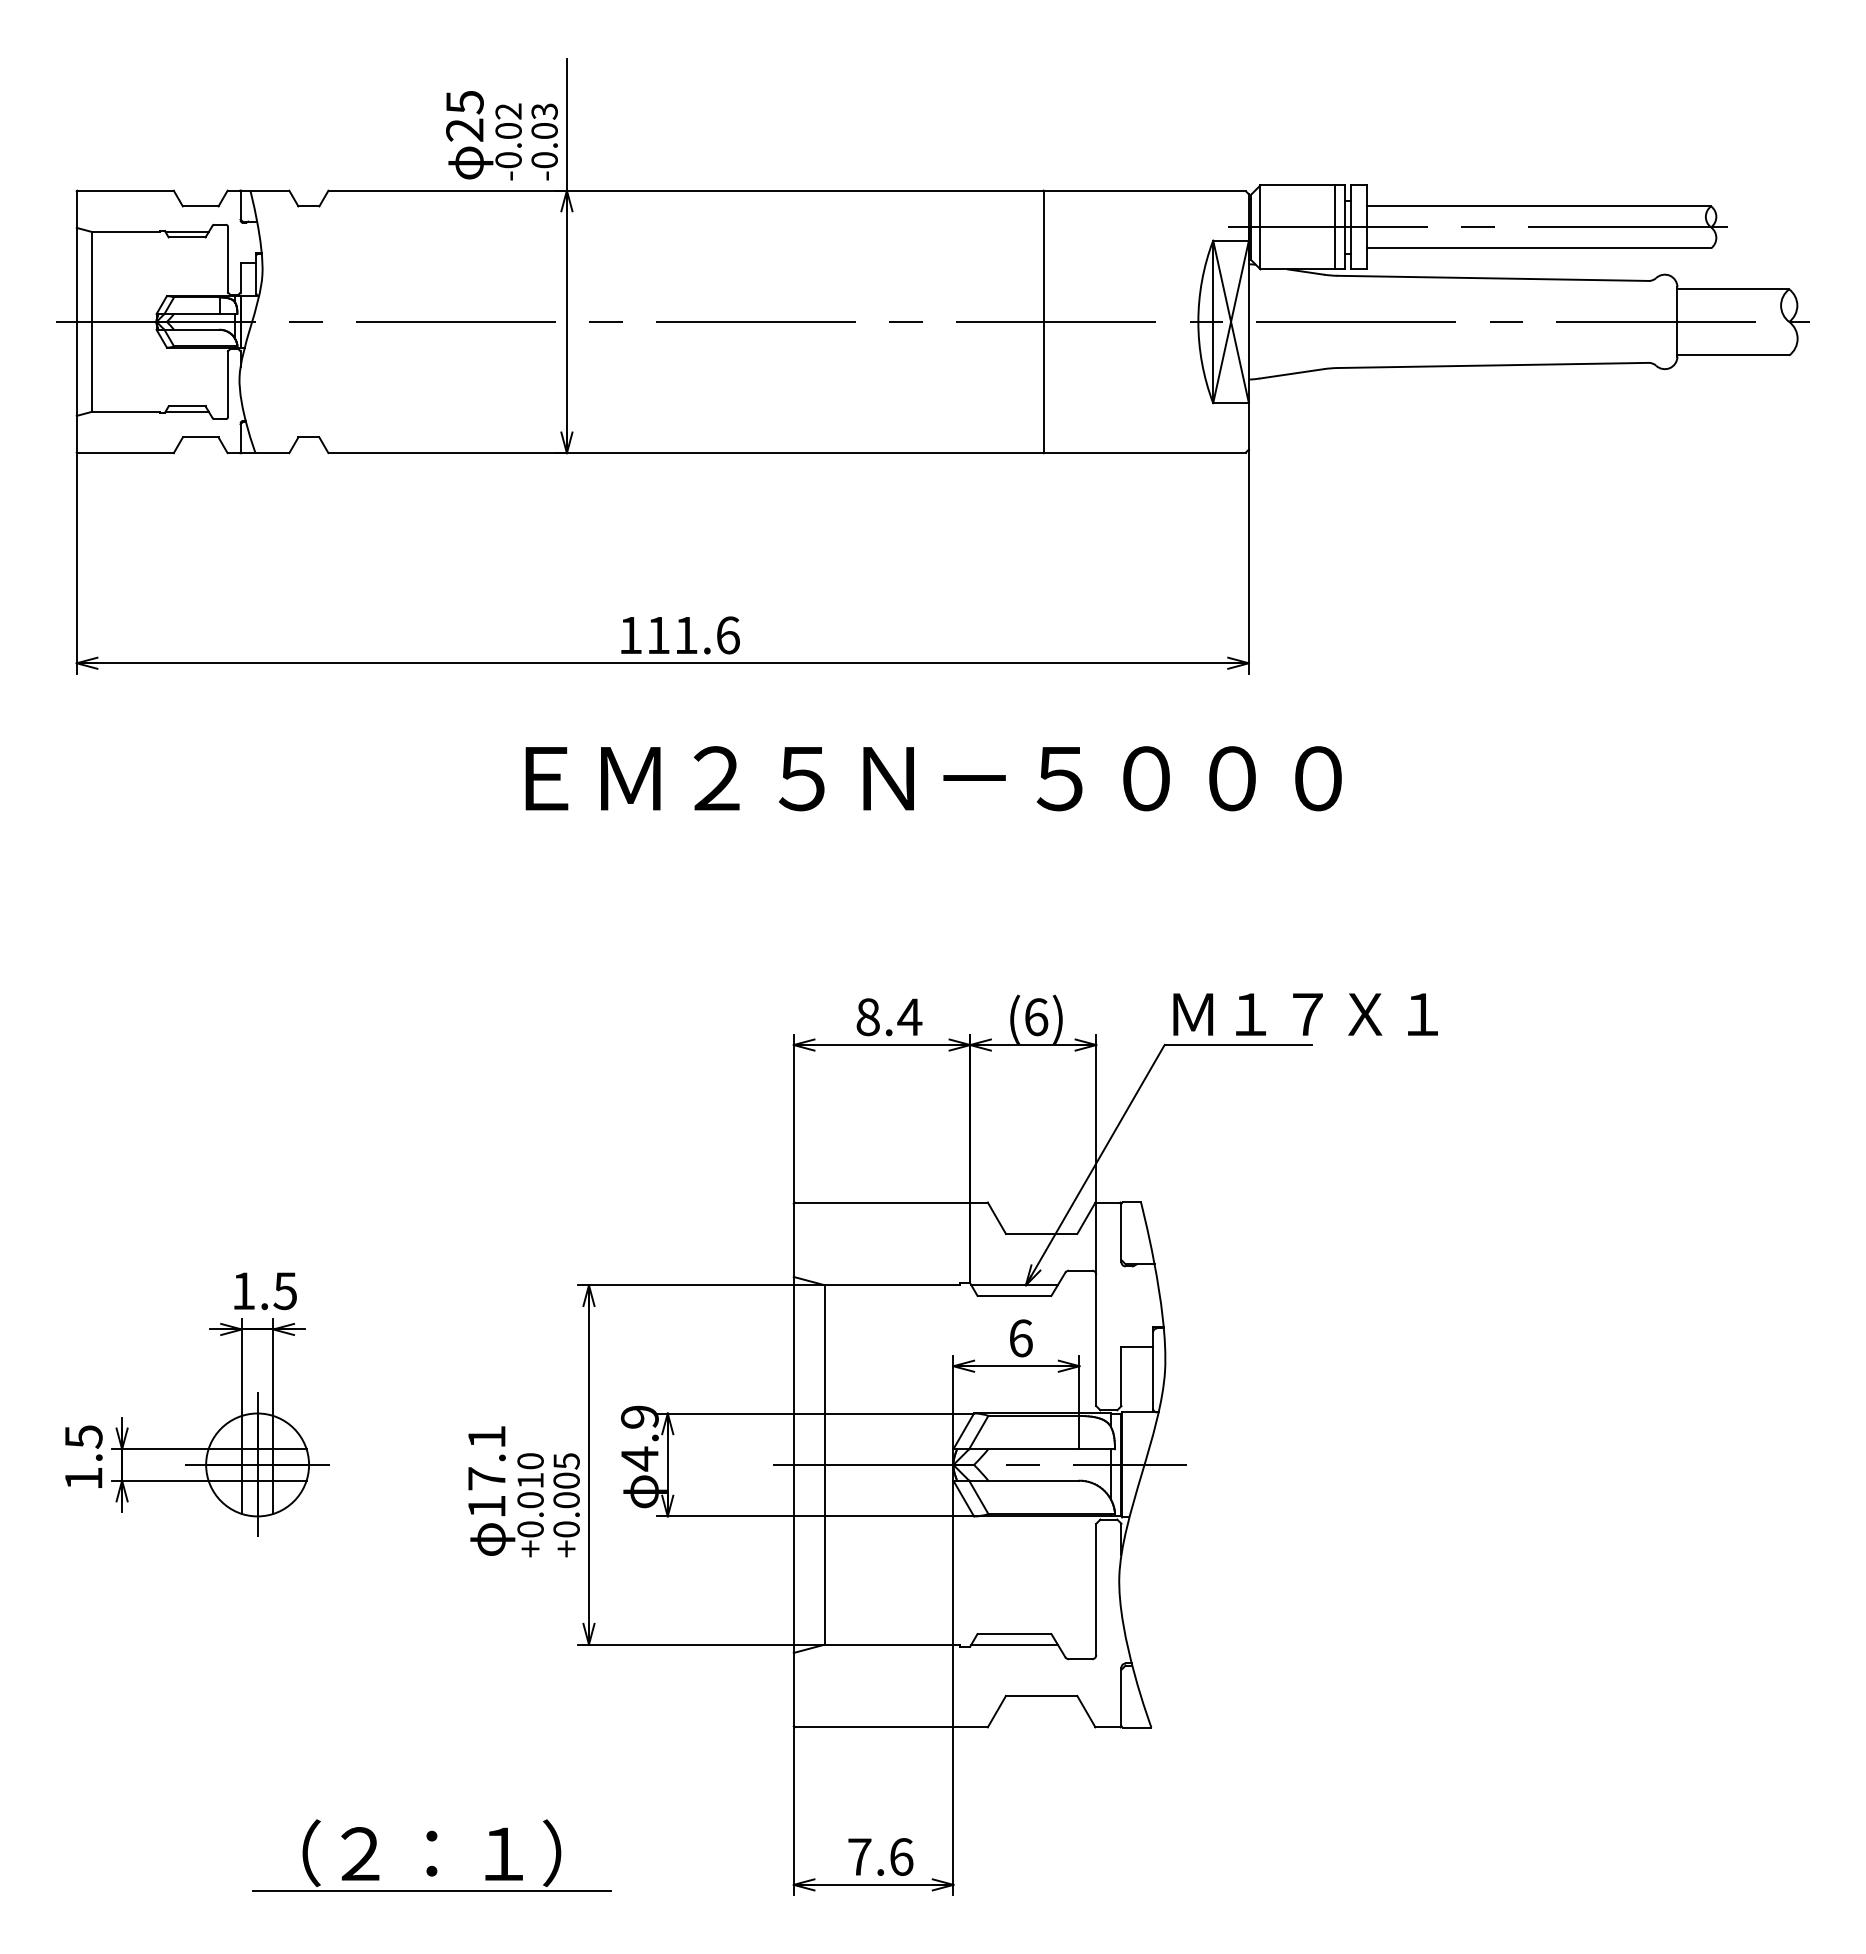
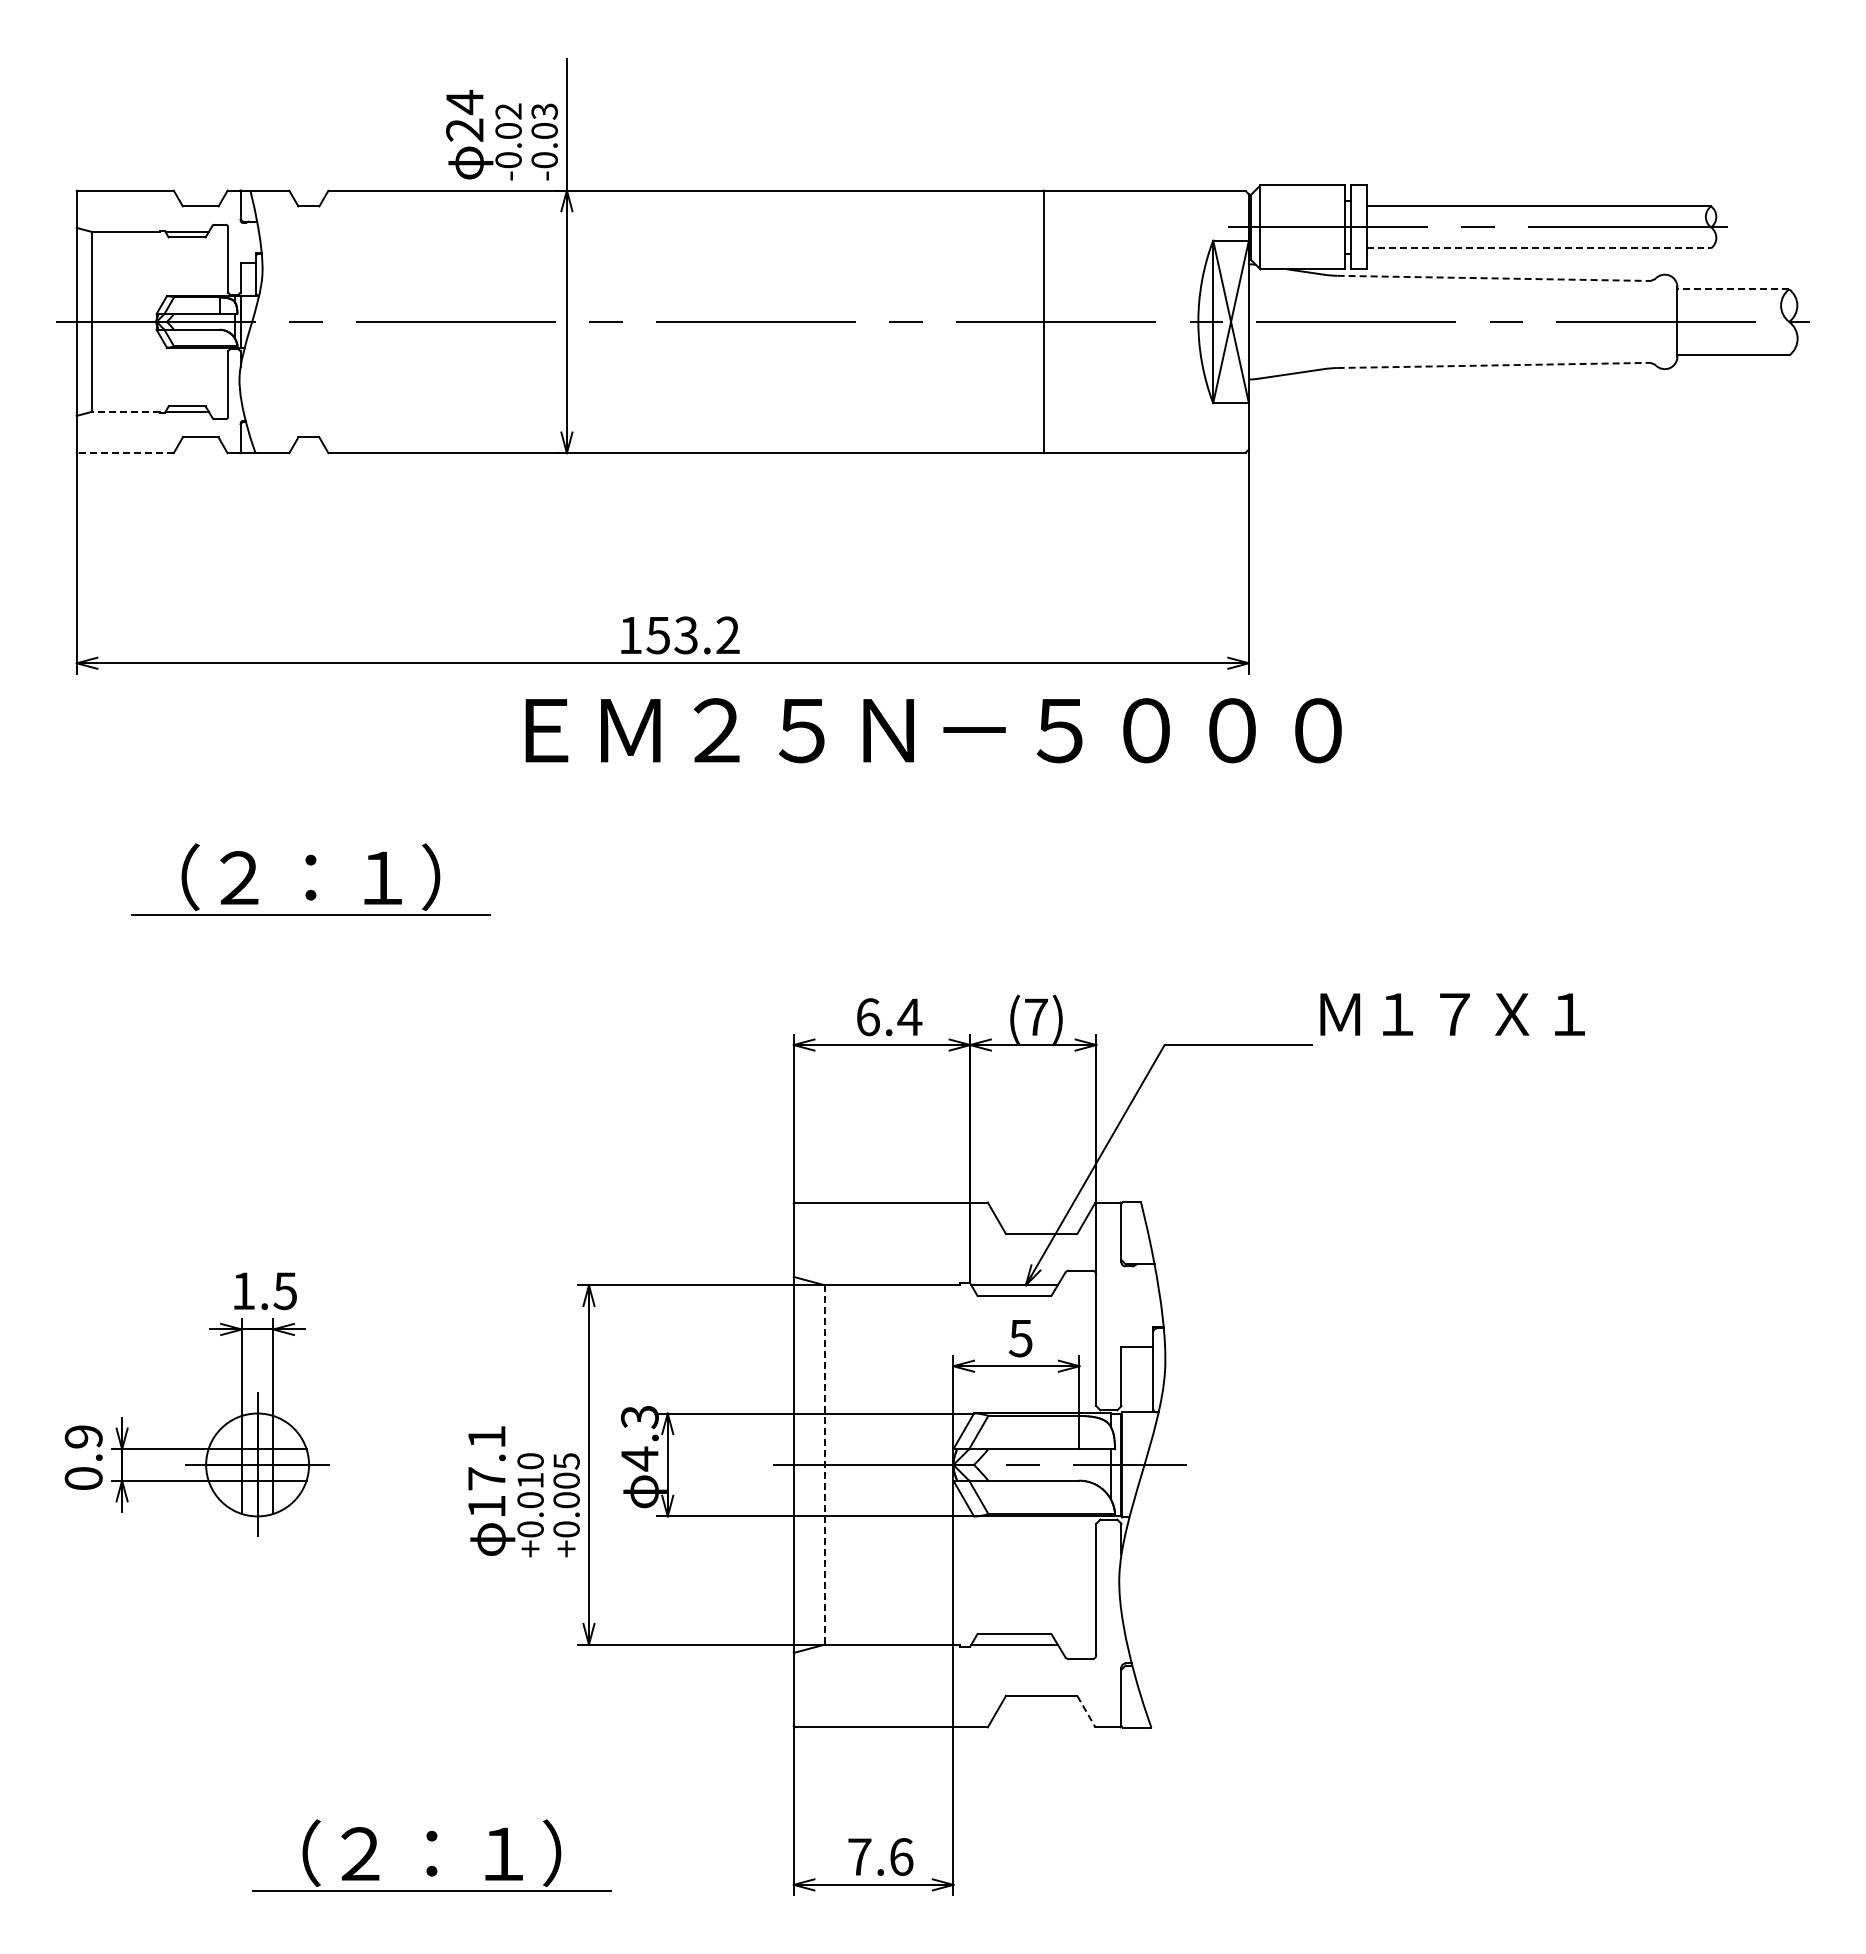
text at (464, 102): 25 -> 24
line at (1335, 227): present -> none
line at (1539, 248): solid -> dashed
line at (1493, 278): solid -> dashed
line at (1733, 288): solid -> dashed
line at (1493, 365): solid -> dashed
line at (126, 411): solid -> dashed
line at (125, 453): solid -> dashed
text at (692, 635): 111.6 -> 153.2
text at (933, 778) position: (933, 778) -> (933, 730)
part at (310, 889): none -> present
text at (1305, 1014) position: (1305, 1014) -> (1452, 1014)
text at (867, 1017): 8.4 -> 6.4
text at (1036, 1017): (6) -> (7)
text at (1020, 1338): 6 -> 5
text at (639, 1417): 4.9 -> 4.3
text at (83, 1457): 1.5 -> 0.9
line at (825, 1464): solid -> dashed
line at (1086, 1712): solid -> dashed
